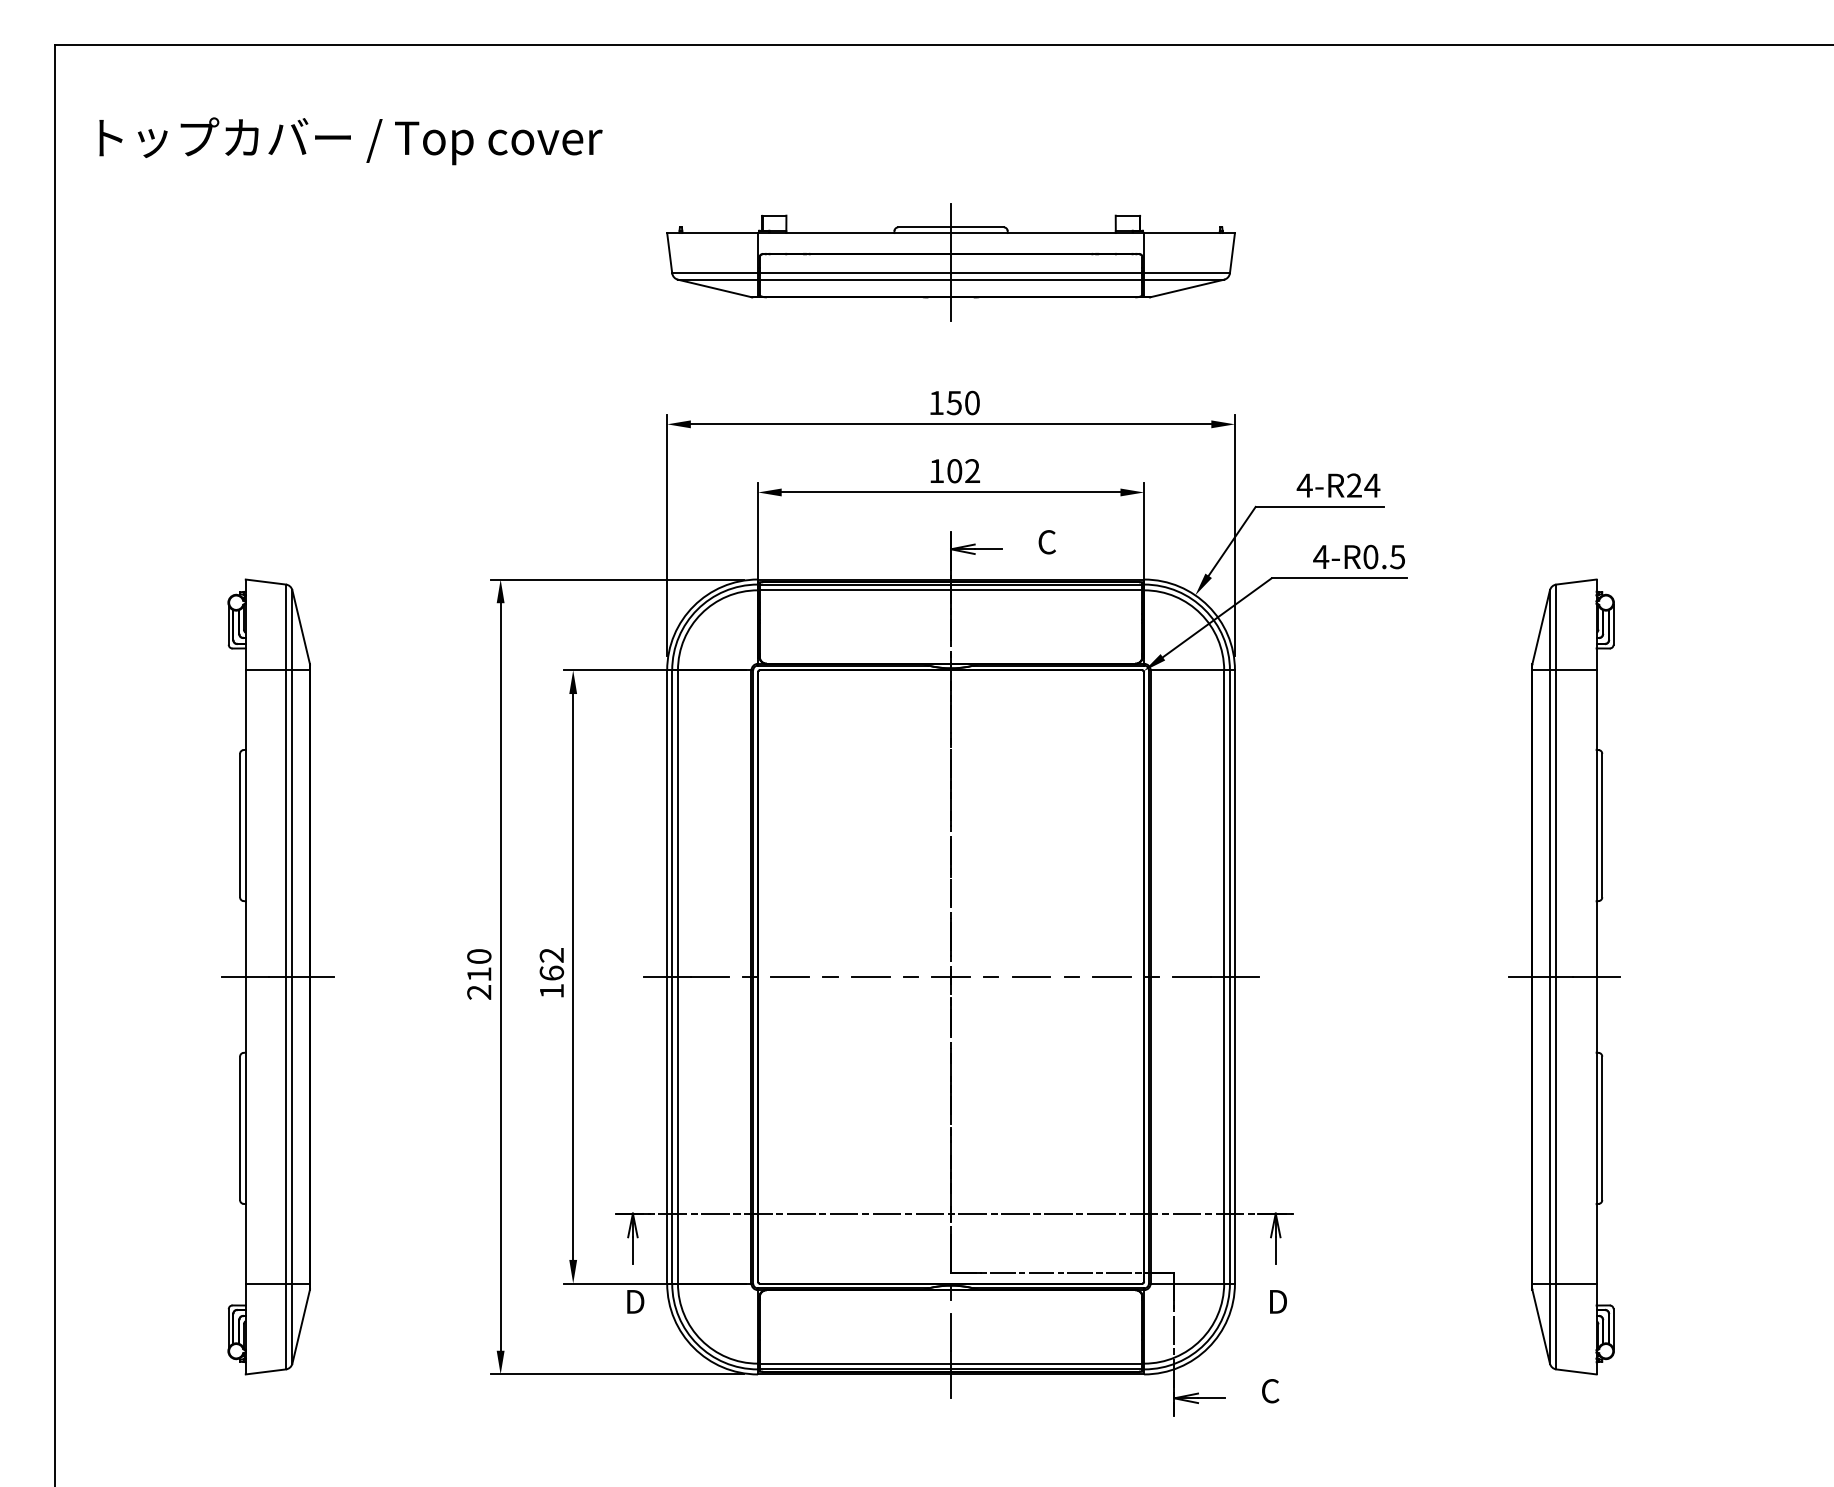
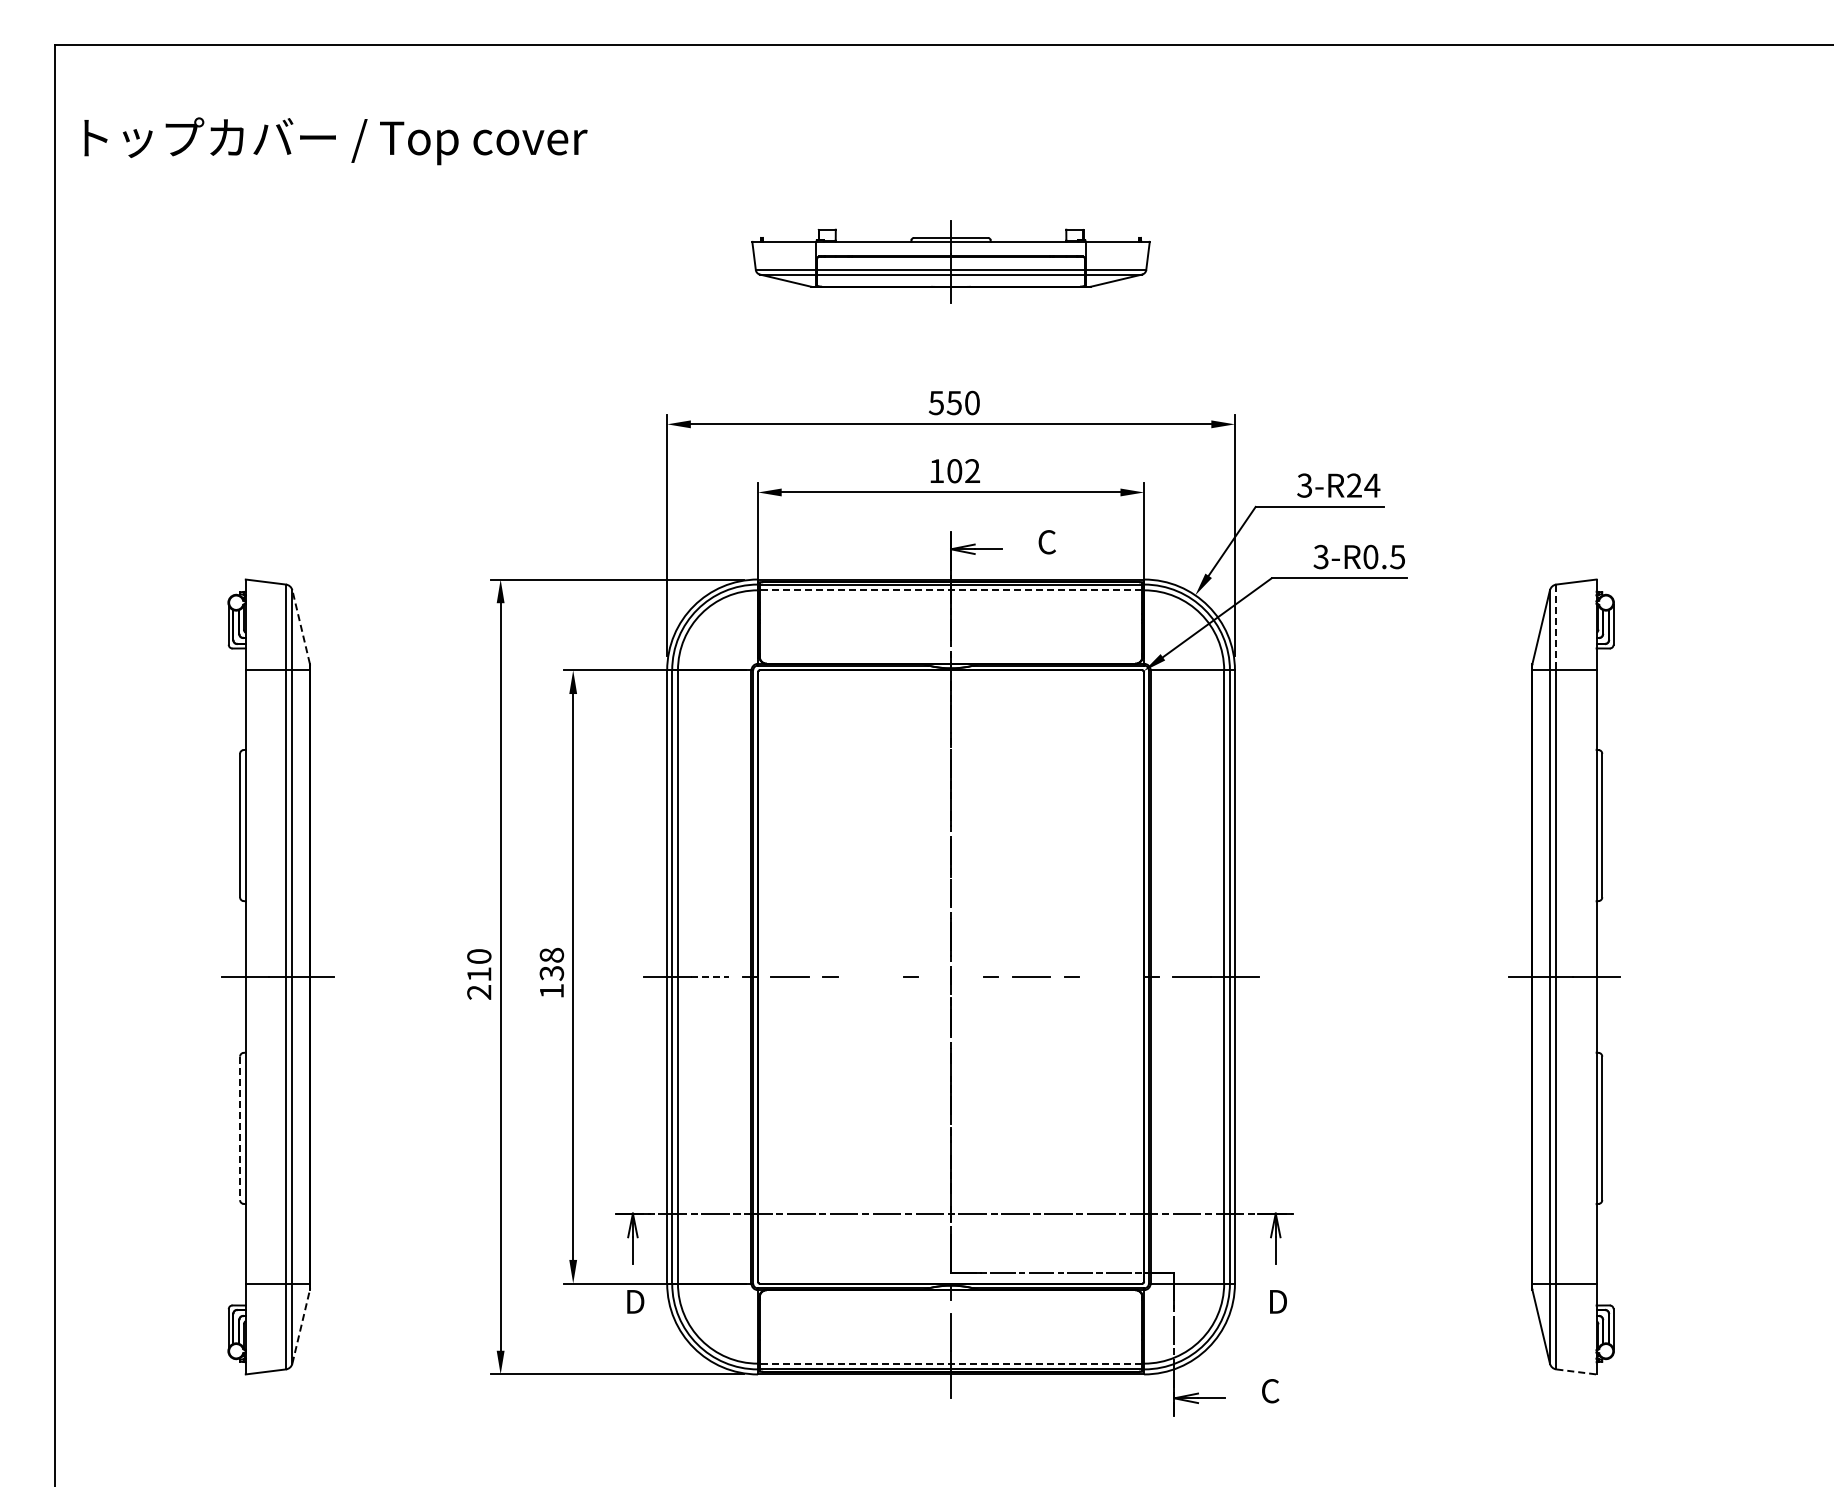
text at (350, 141) position: (350, 141) -> (335, 141)
part at (950, 262) size: 570x119 px -> 400x84 px
text at (935, 403): 150 -> 550
text at (1304, 485): 4-R24 -> 3-R24
text at (1321, 556): 4-R0.5 -> 3-R0.5
line at (950, 590): solid -> dashed
line at (301, 627): solid -> dashed
line at (1556, 627): solid -> dashed
text at (551, 963): 162 -> 138
line at (709, 976): solid -> dashed
line at (870, 976): present -> none
line at (951, 976): present -> none
line at (1111, 976): present -> none
line at (240, 1128): solid -> dashed
line at (301, 1326): solid -> dashed
line at (950, 1363): solid -> dashed
line at (1576, 1371): solid -> dashed
